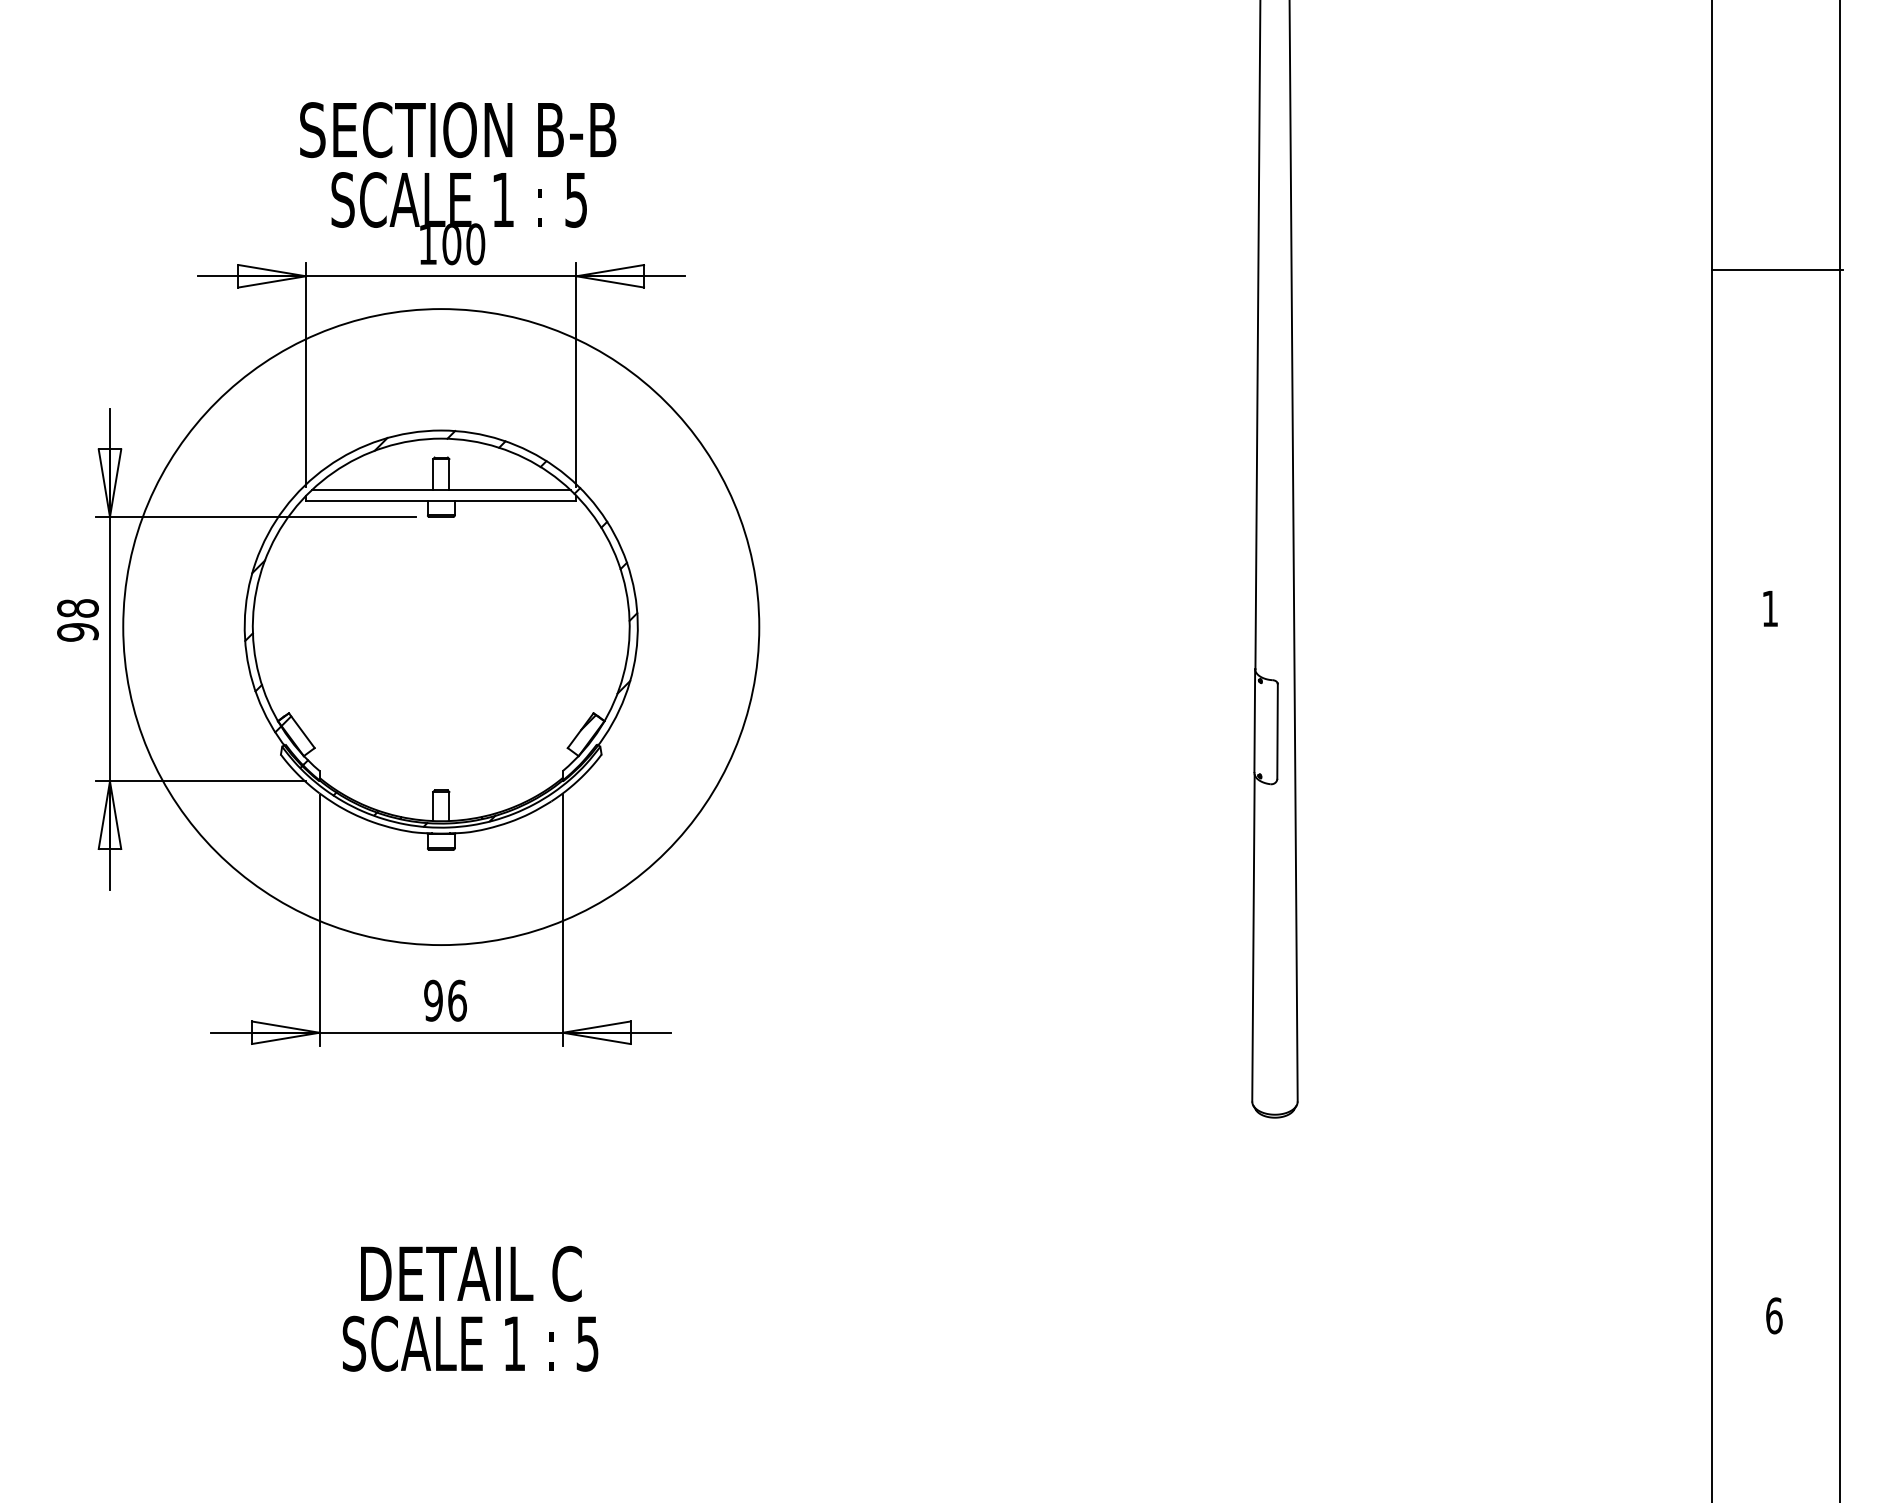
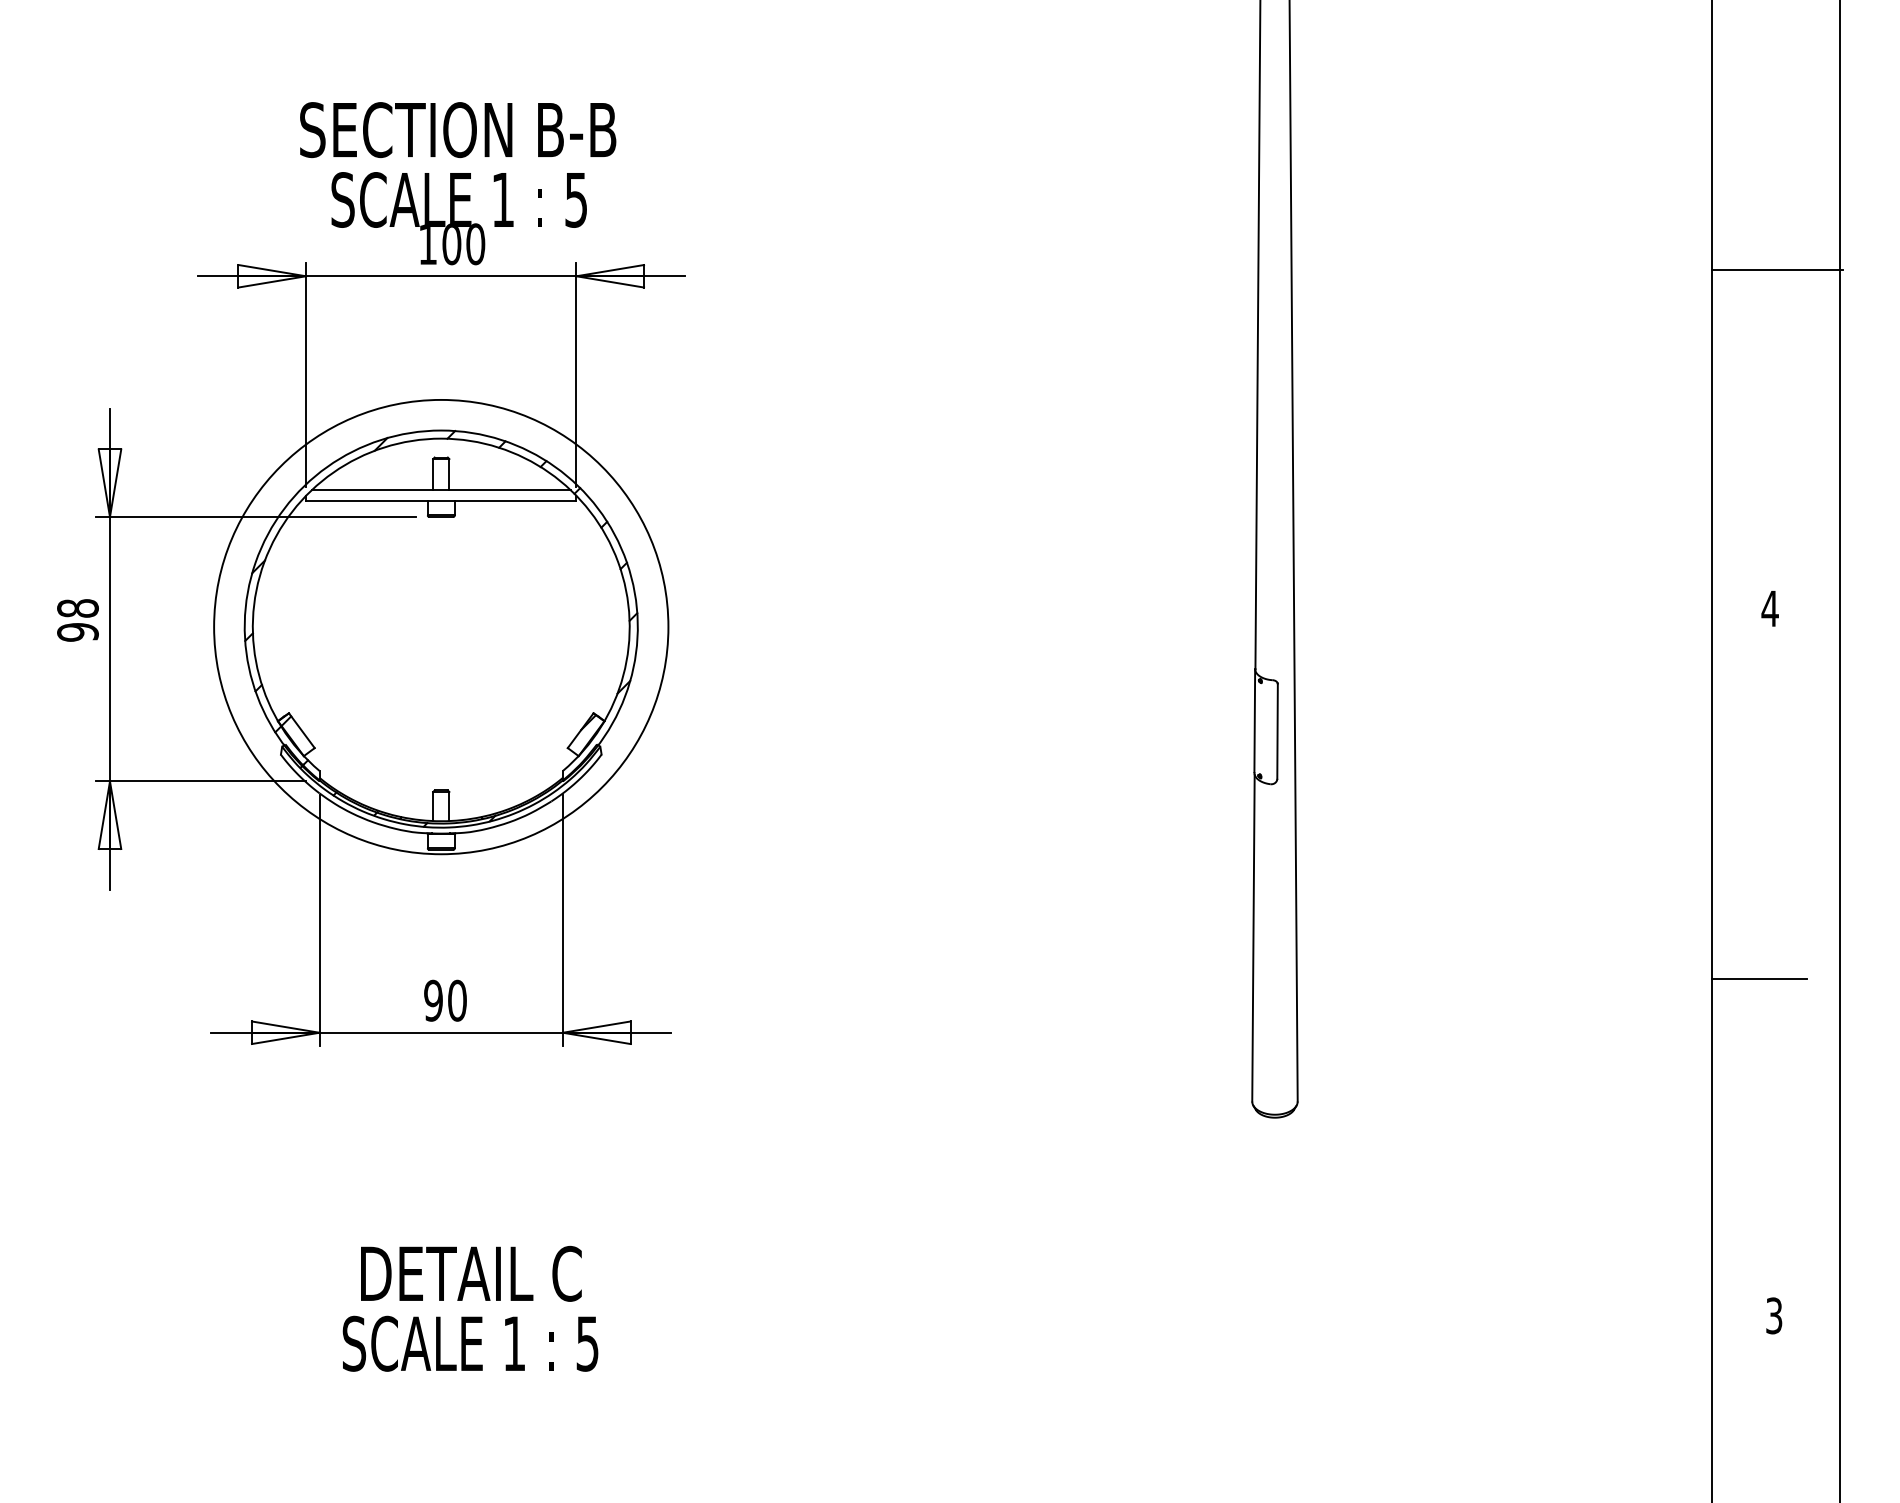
text at (1769, 608): 1 -> 4
circle at (441, 627) diameter: 636 px -> 454 px
line at (1759, 978): none -> present
text at (457, 1000): 96 -> 90
text at (1774, 1315): 6 -> 3
